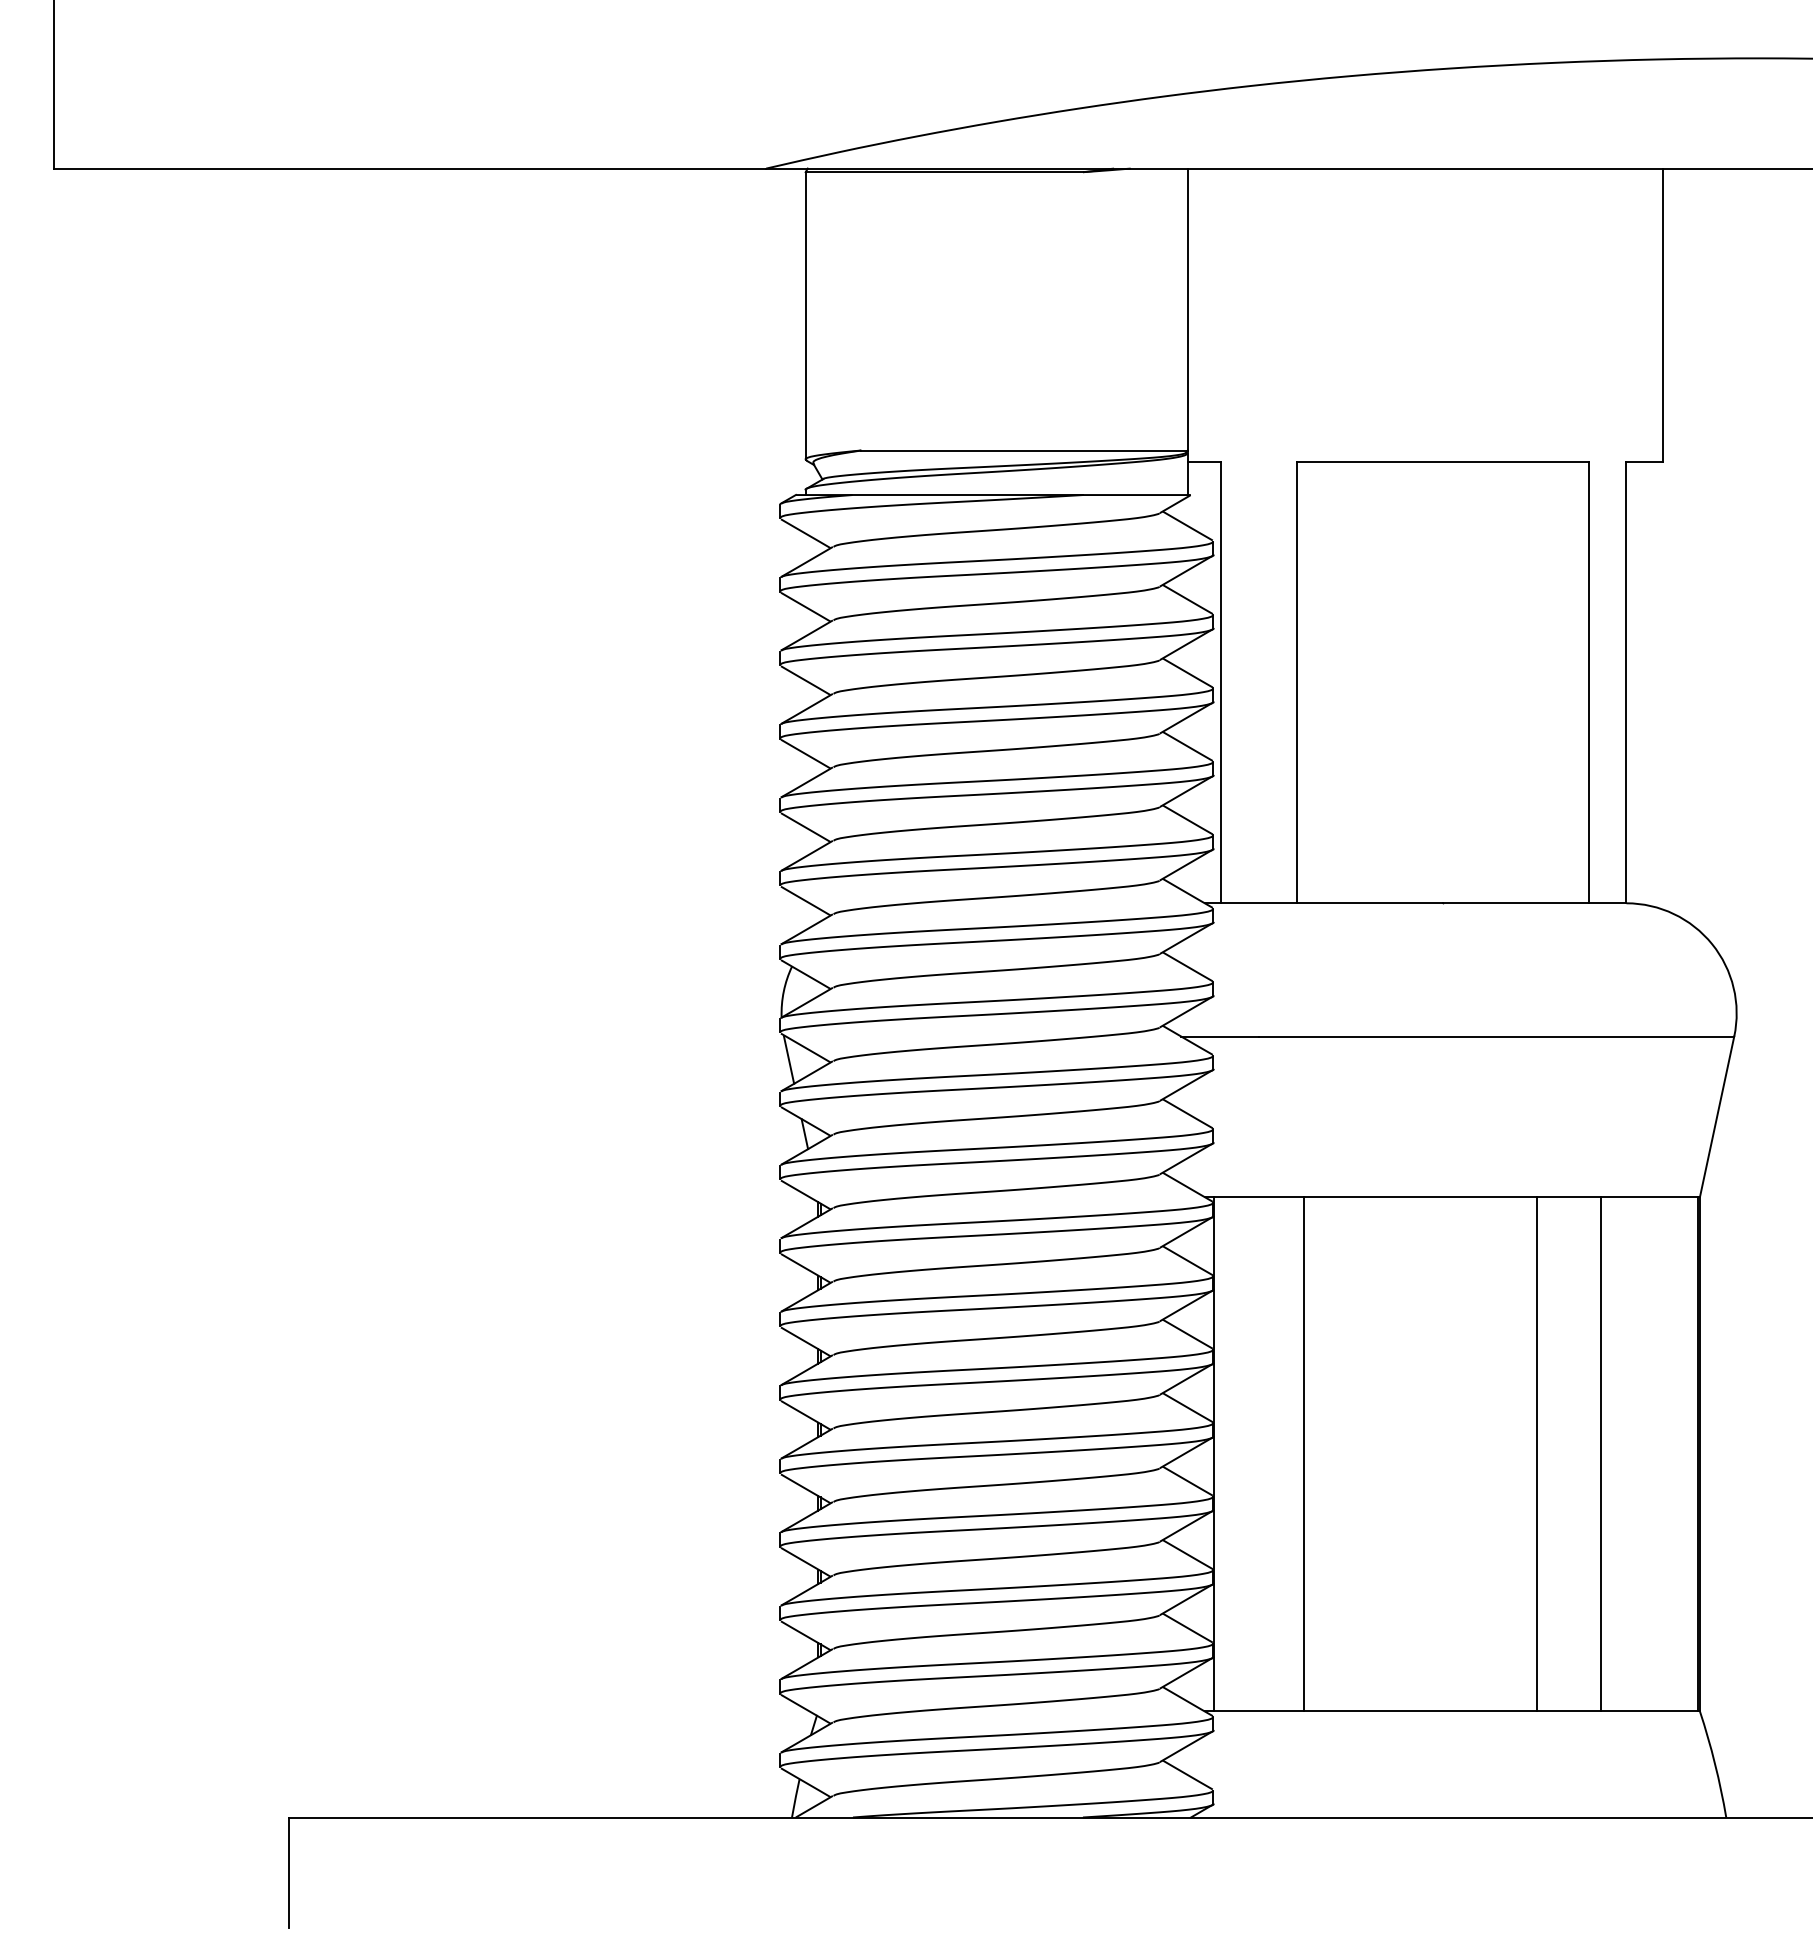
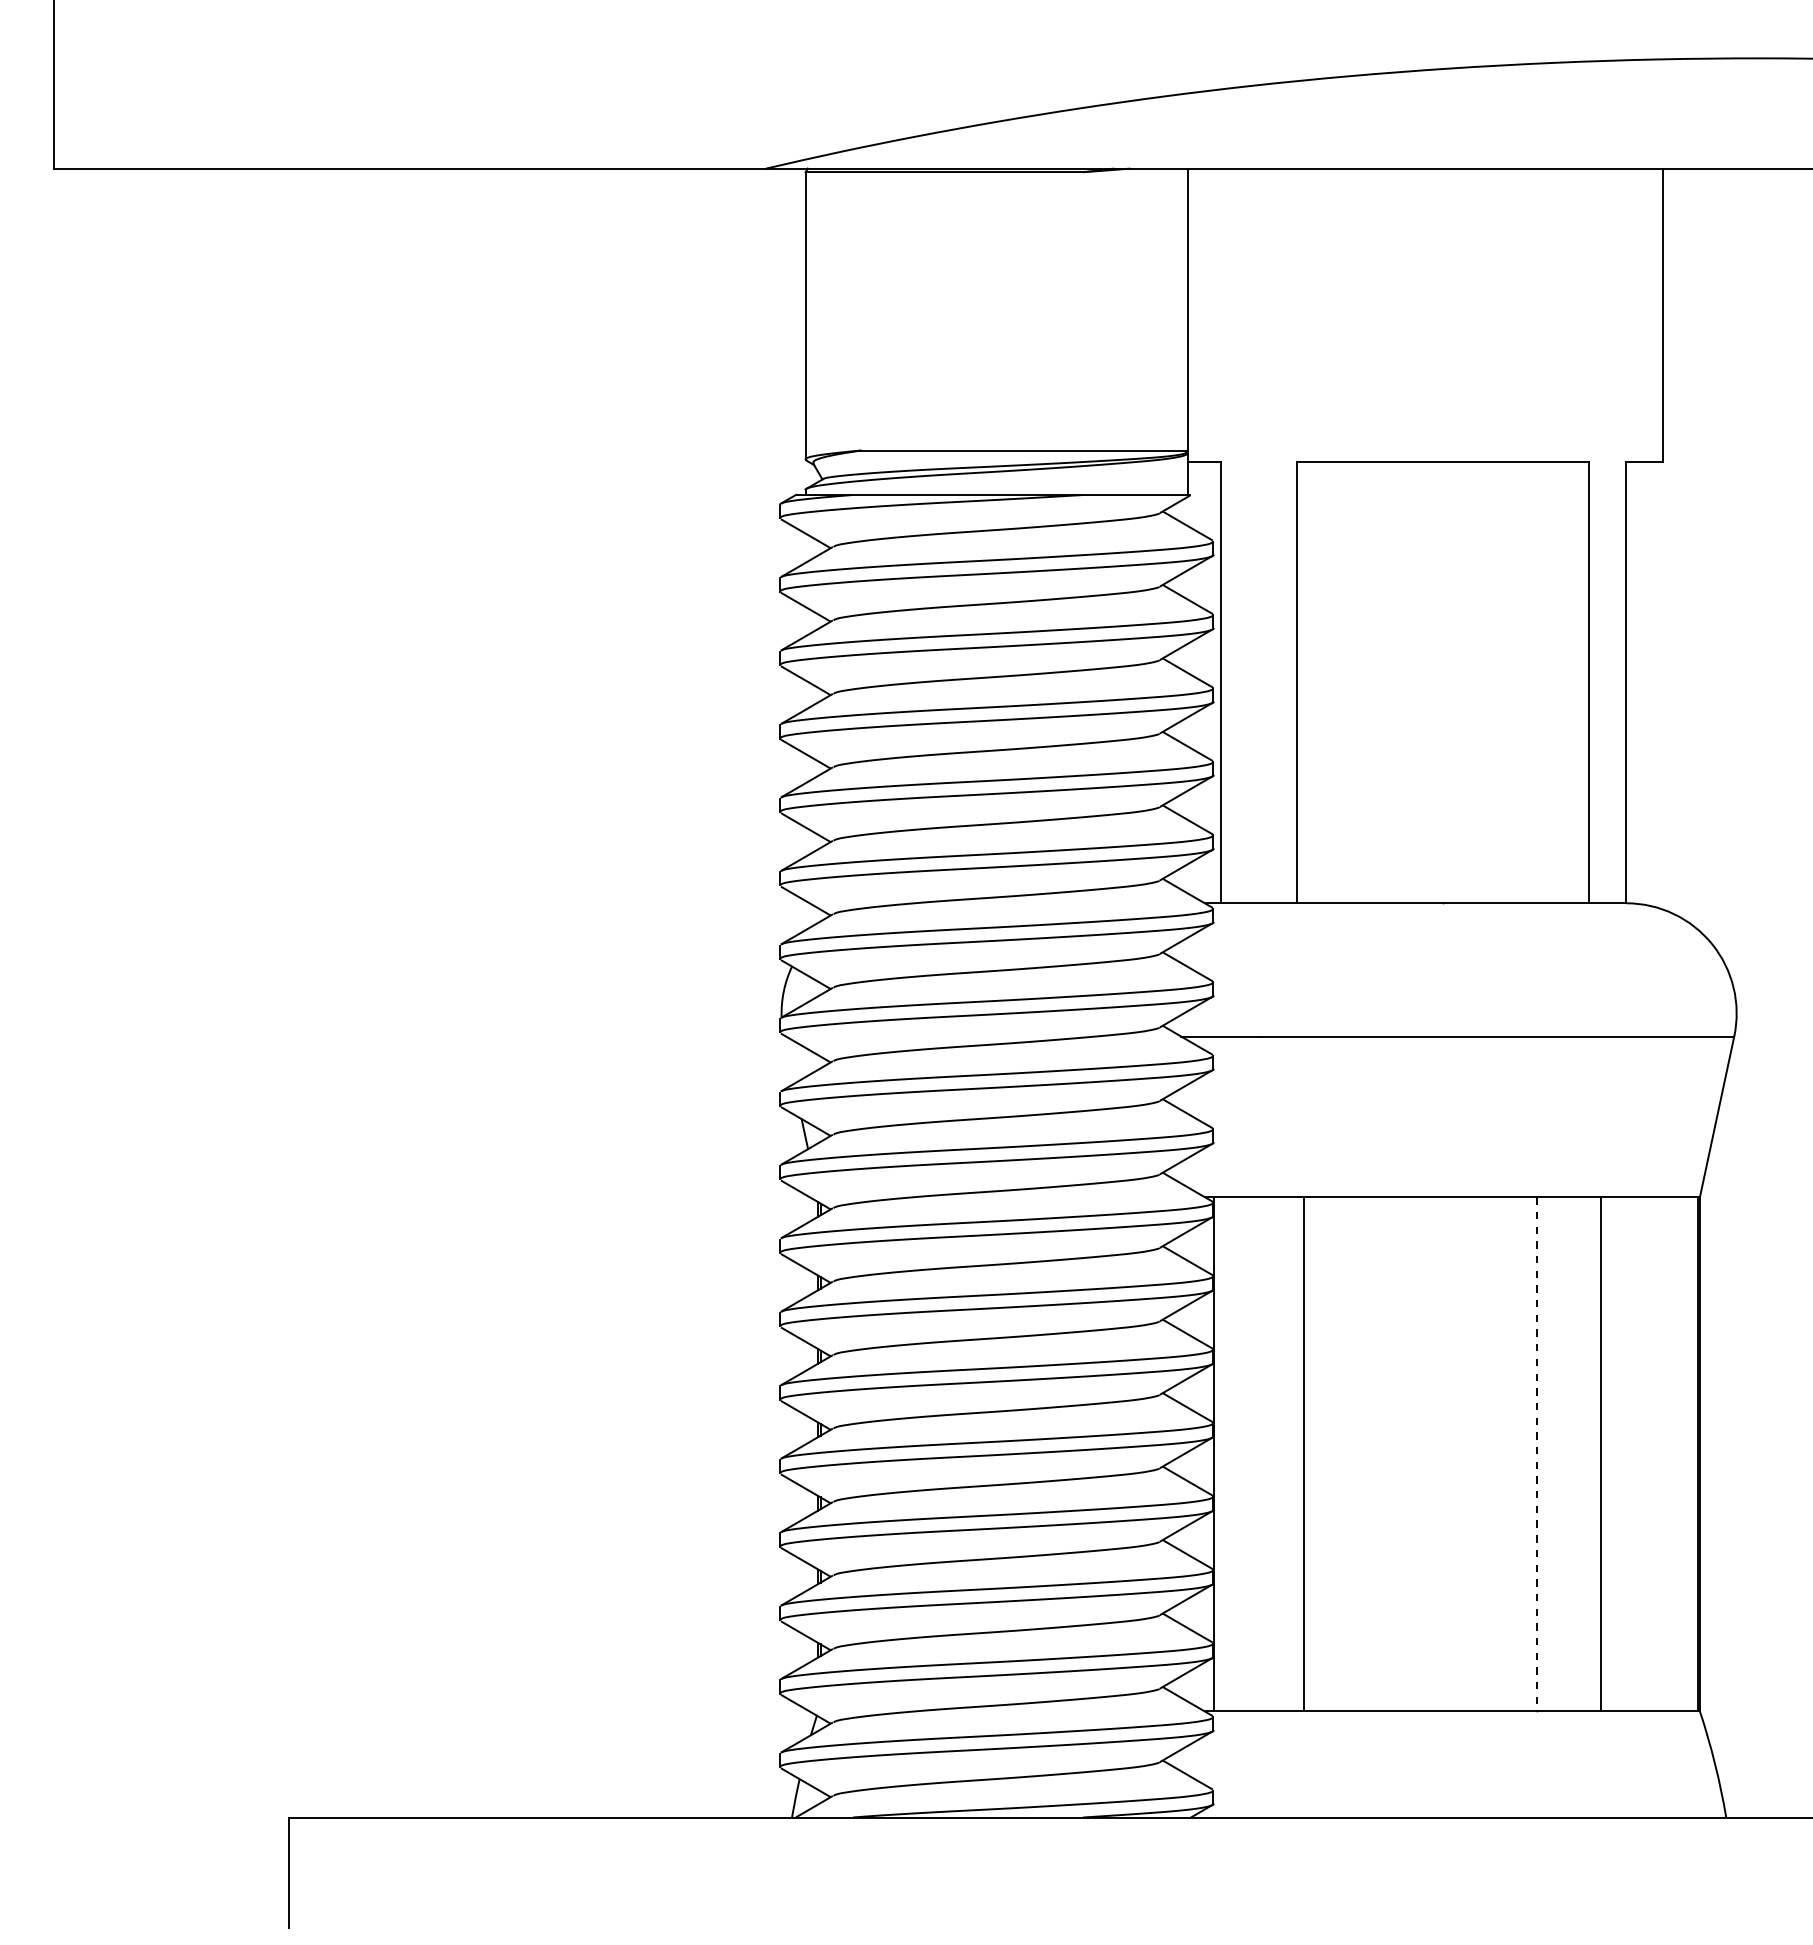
line at (789, 1059): present -> none
line at (1537, 1454): solid -> dashed
